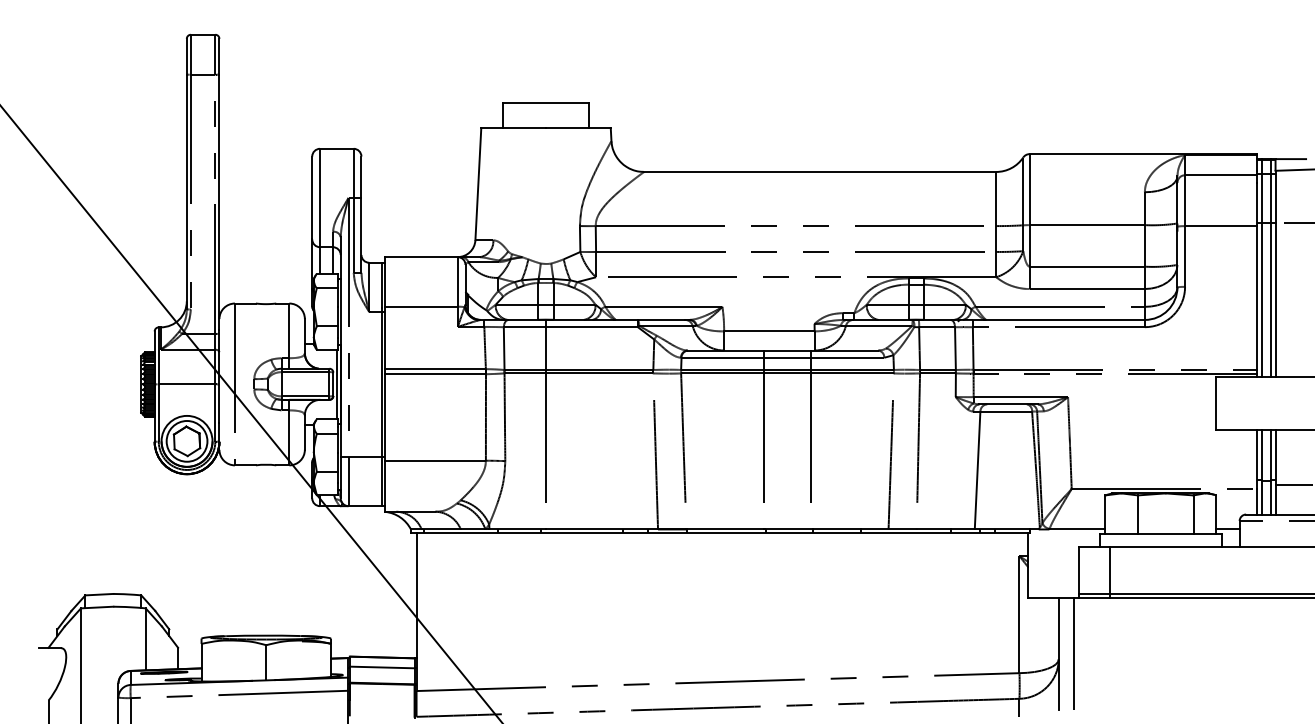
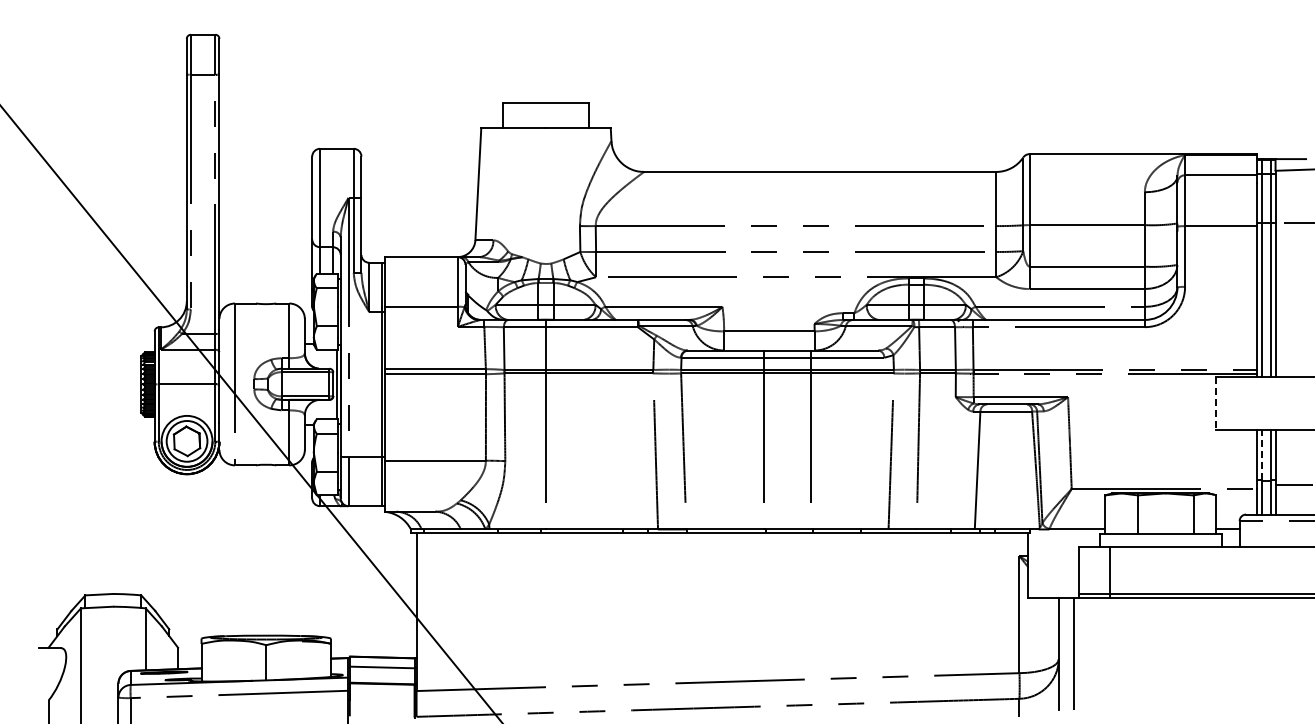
line at (1215, 403): solid -> dashed
line at (1261, 455): solid -> dashed
